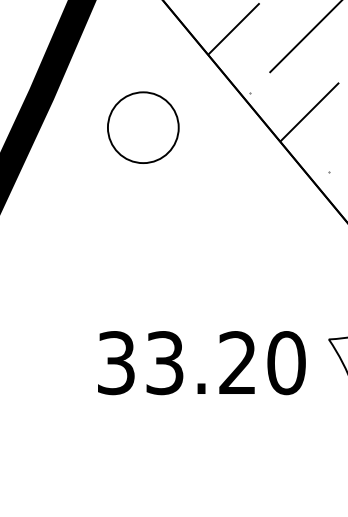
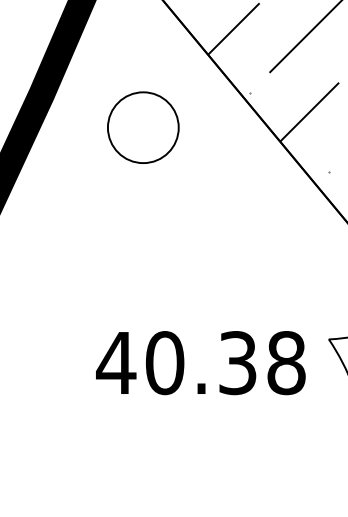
text at (200, 363): 33.20 -> 40.38
